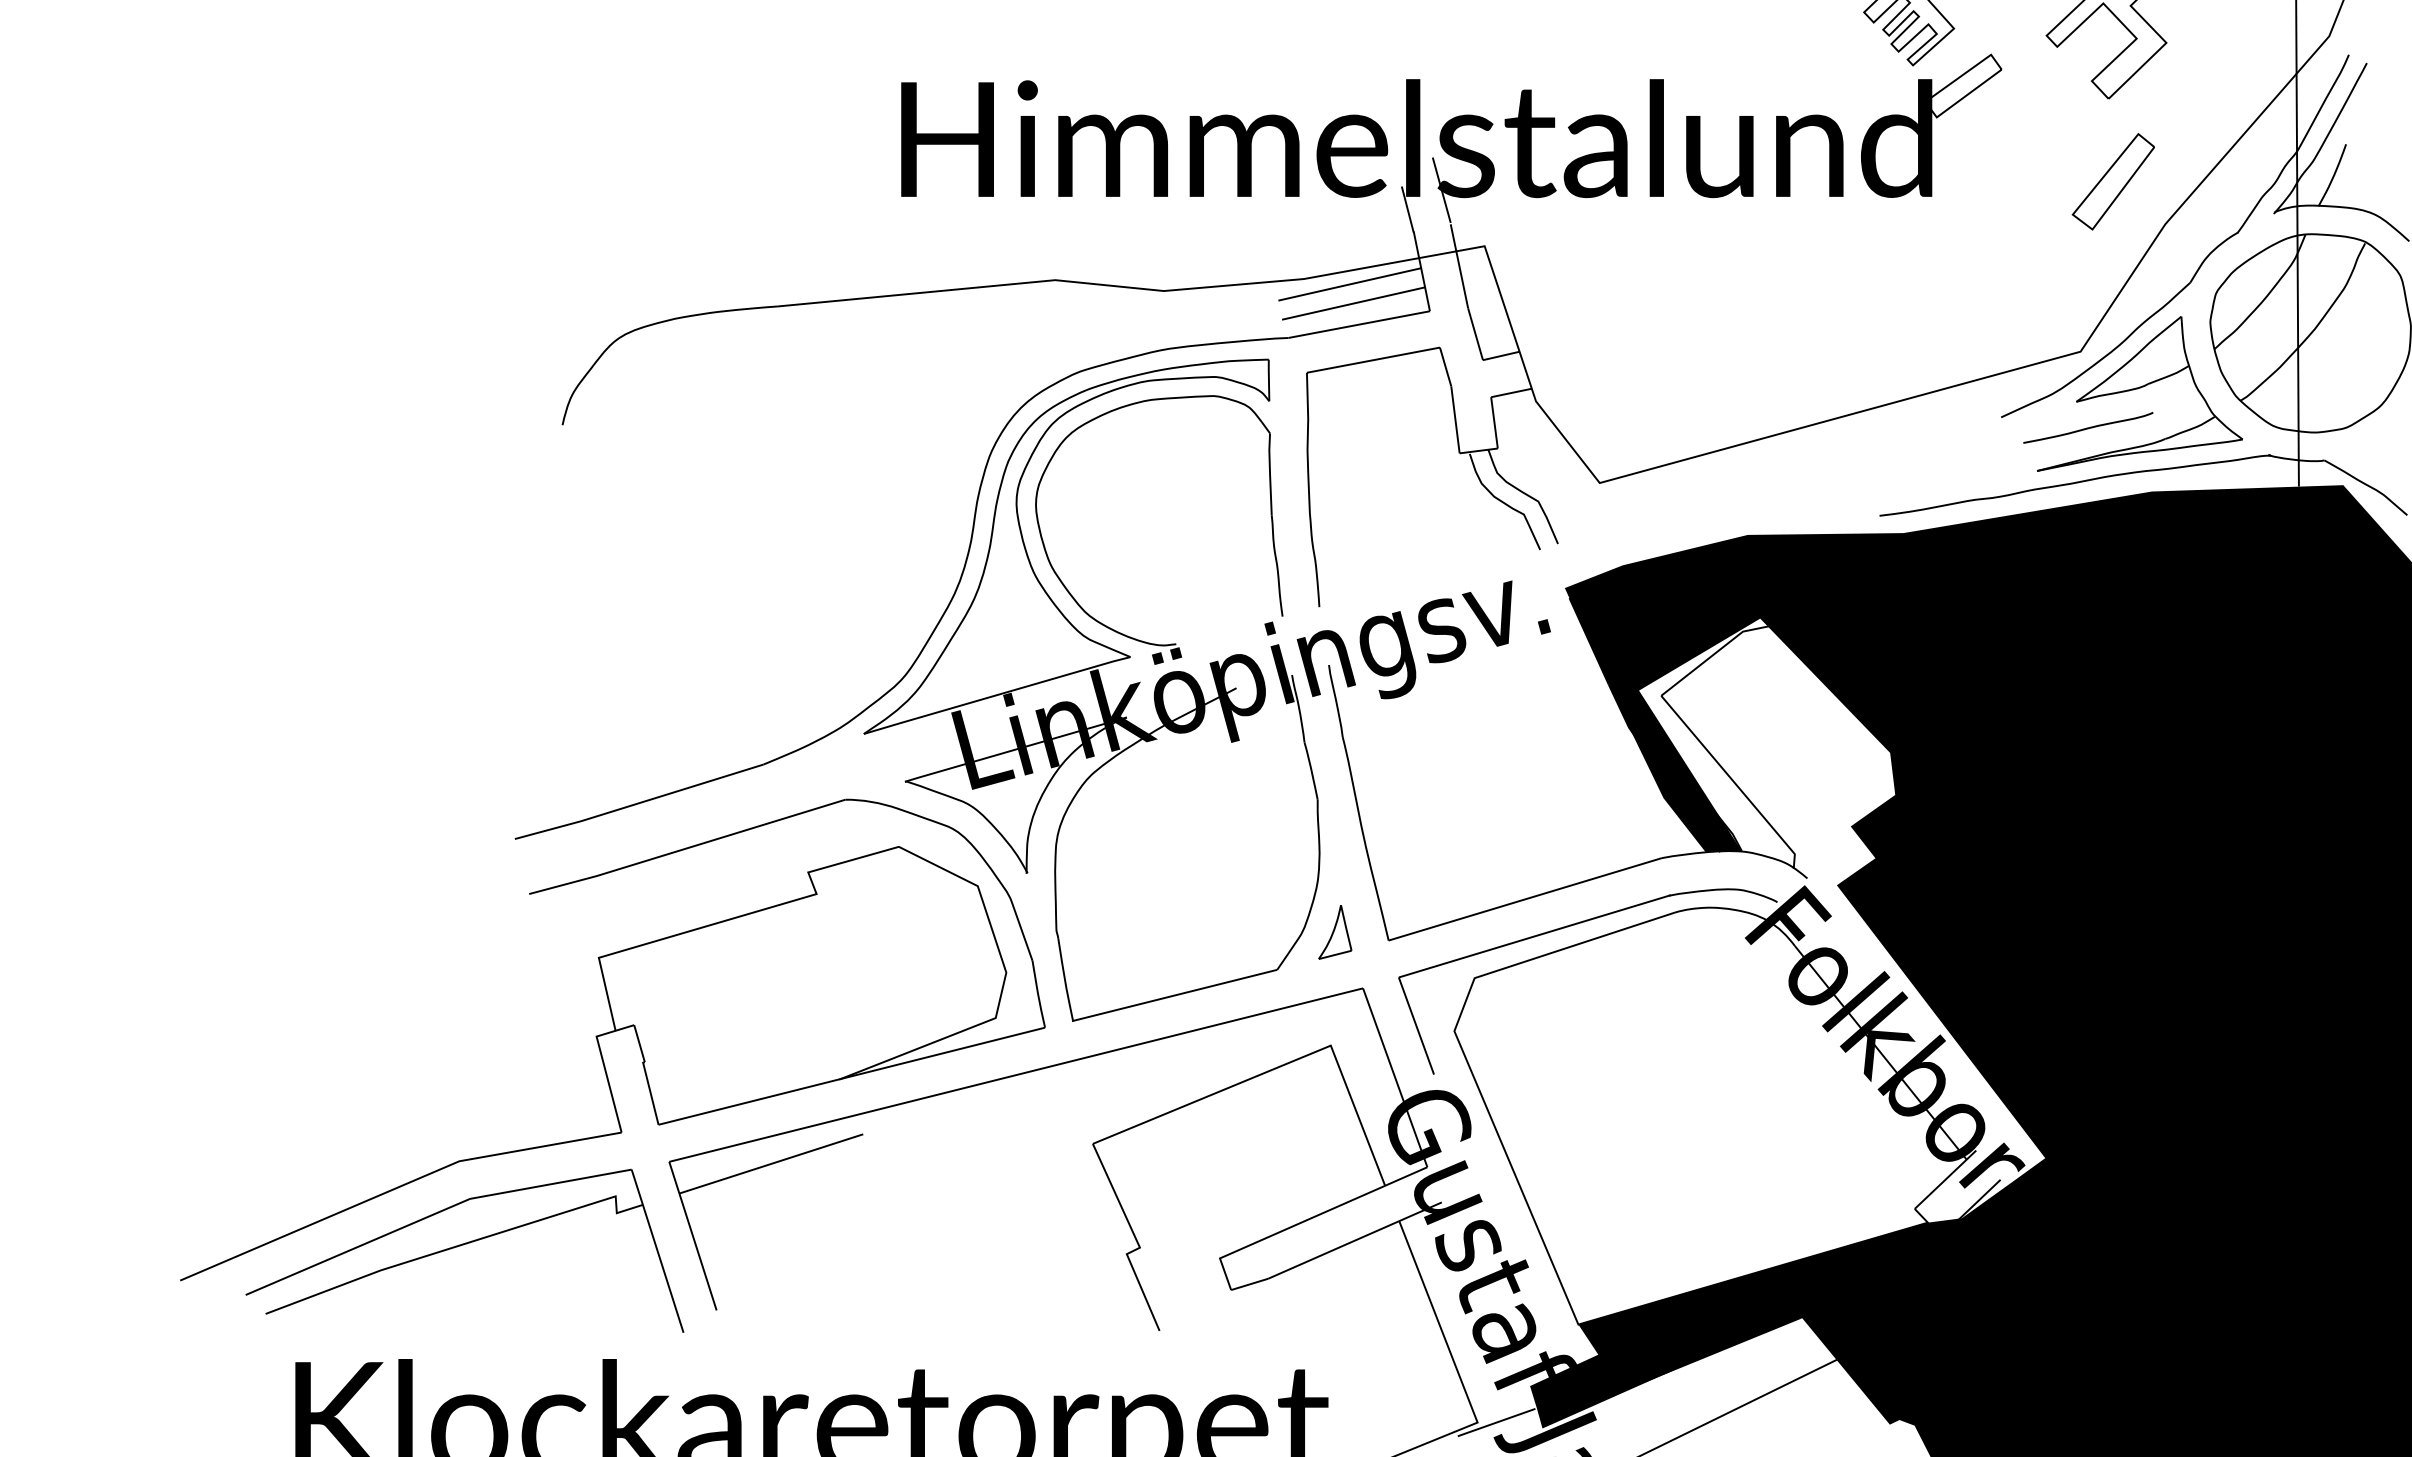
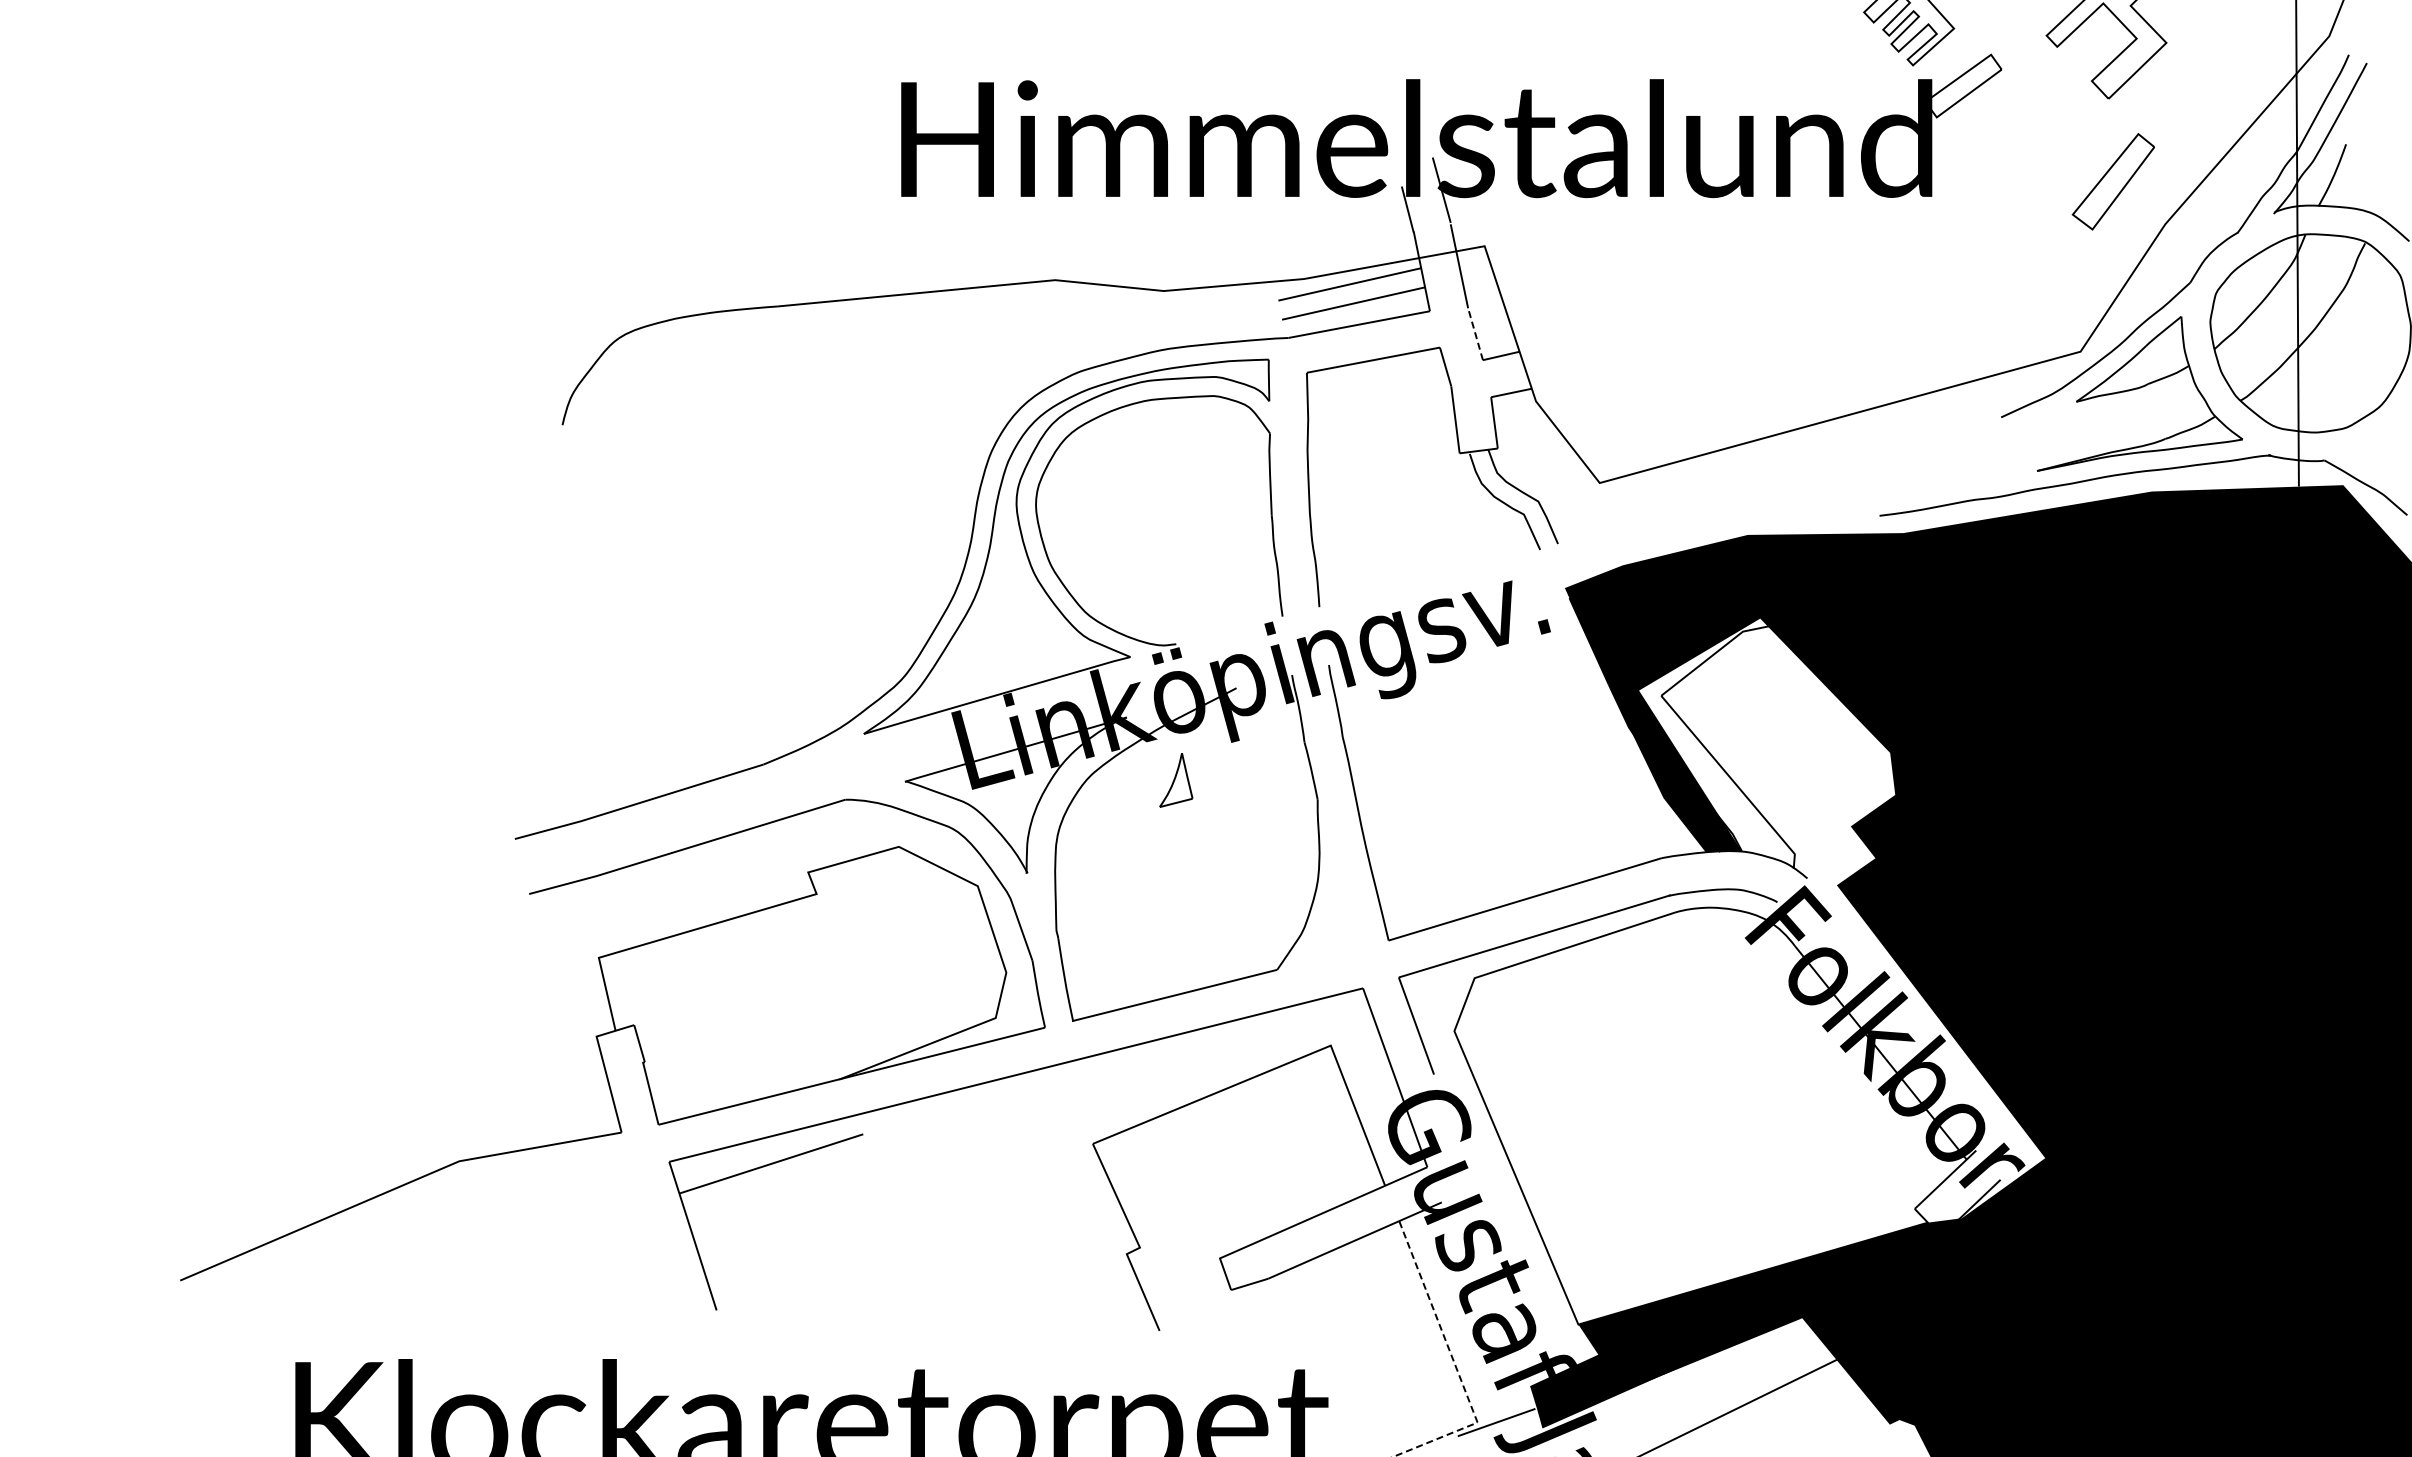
line at (1475, 334): solid -> dashed
curve at (2088, 427): present -> none
part at (1335, 932) position: (1335, 932) -> (1176, 780)
part at (464, 1250): present -> none
line at (1455, 1364): solid -> dashed
